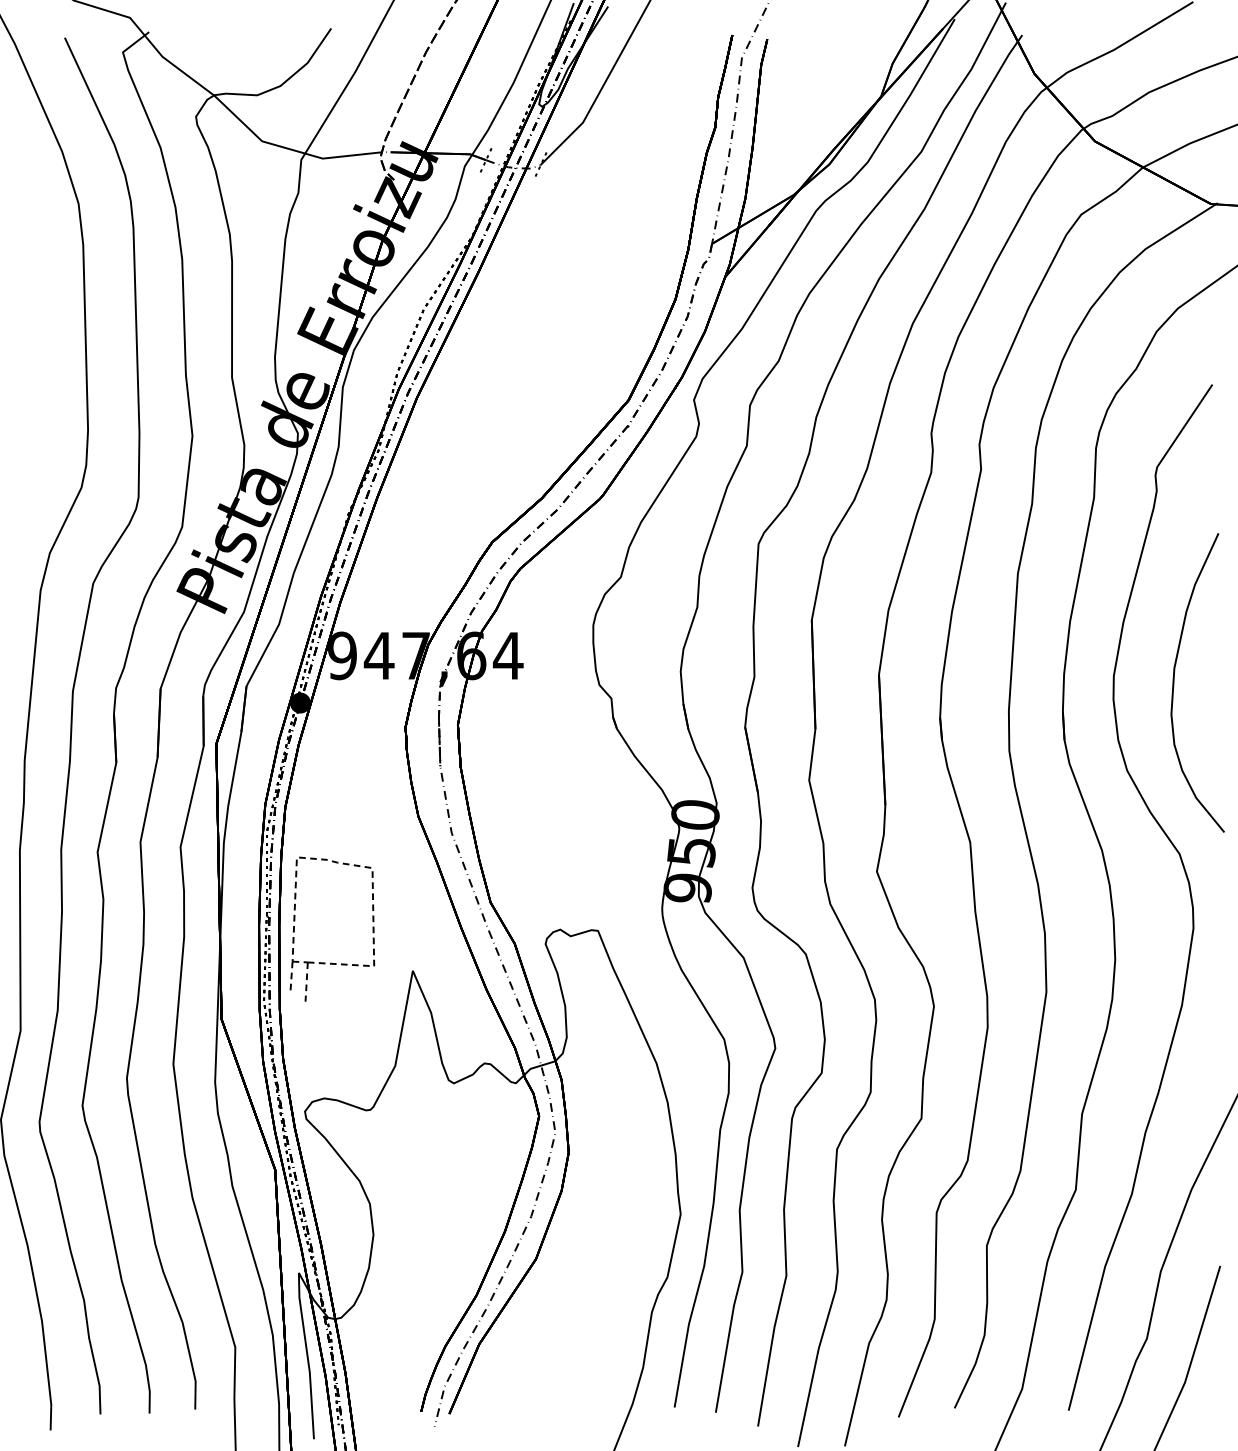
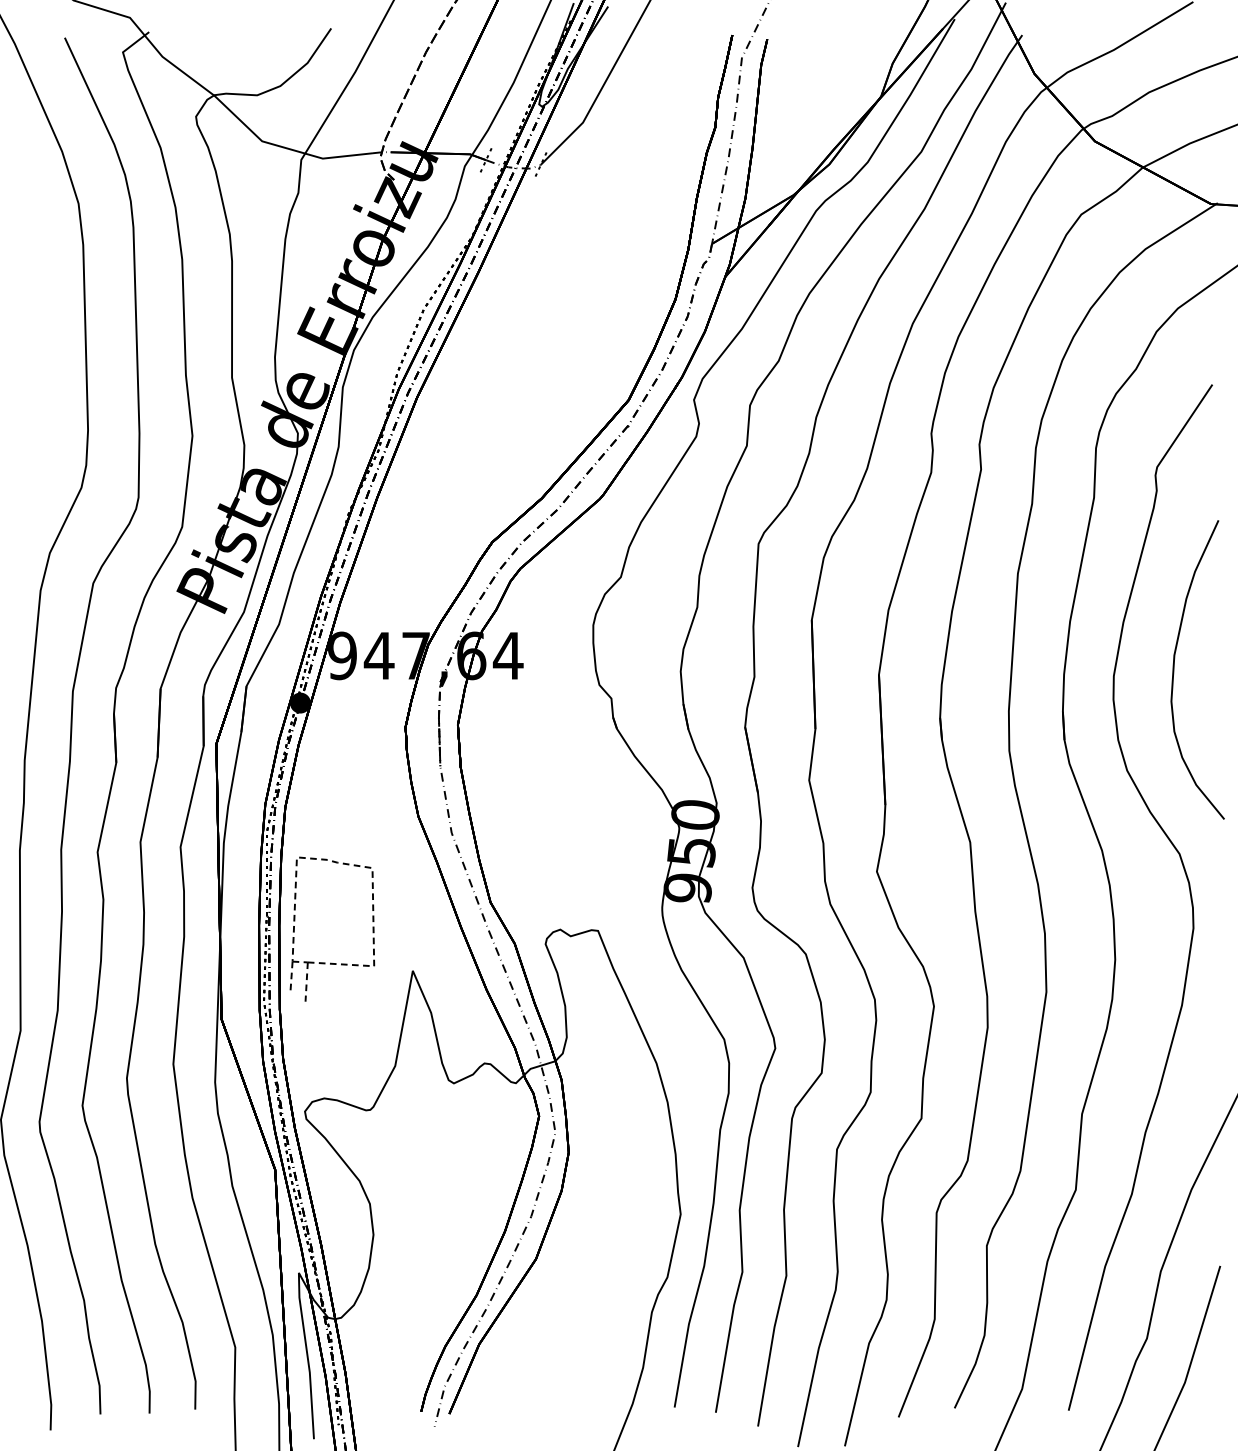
curve at (1174, 682) position: (1174, 682) -> (1174, 669)
